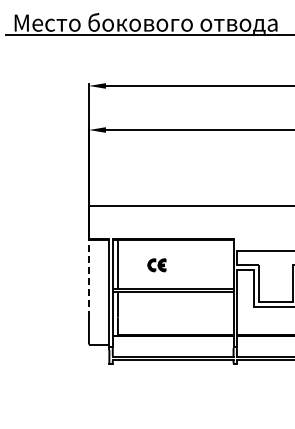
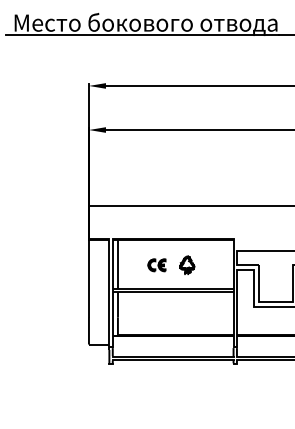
part at (187, 264): none -> present
line at (88, 279): dashed -> solid
